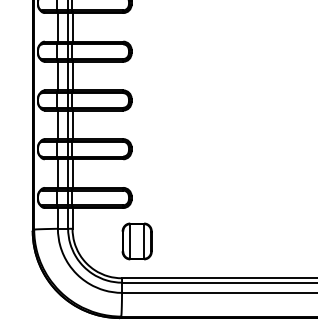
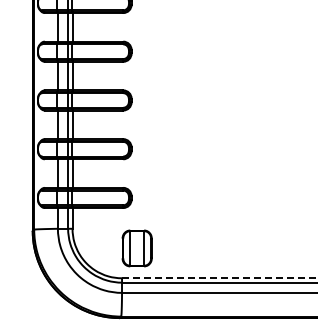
part at (136, 241) position: (136, 241) -> (136, 248)
line at (219, 278): solid -> dashed
